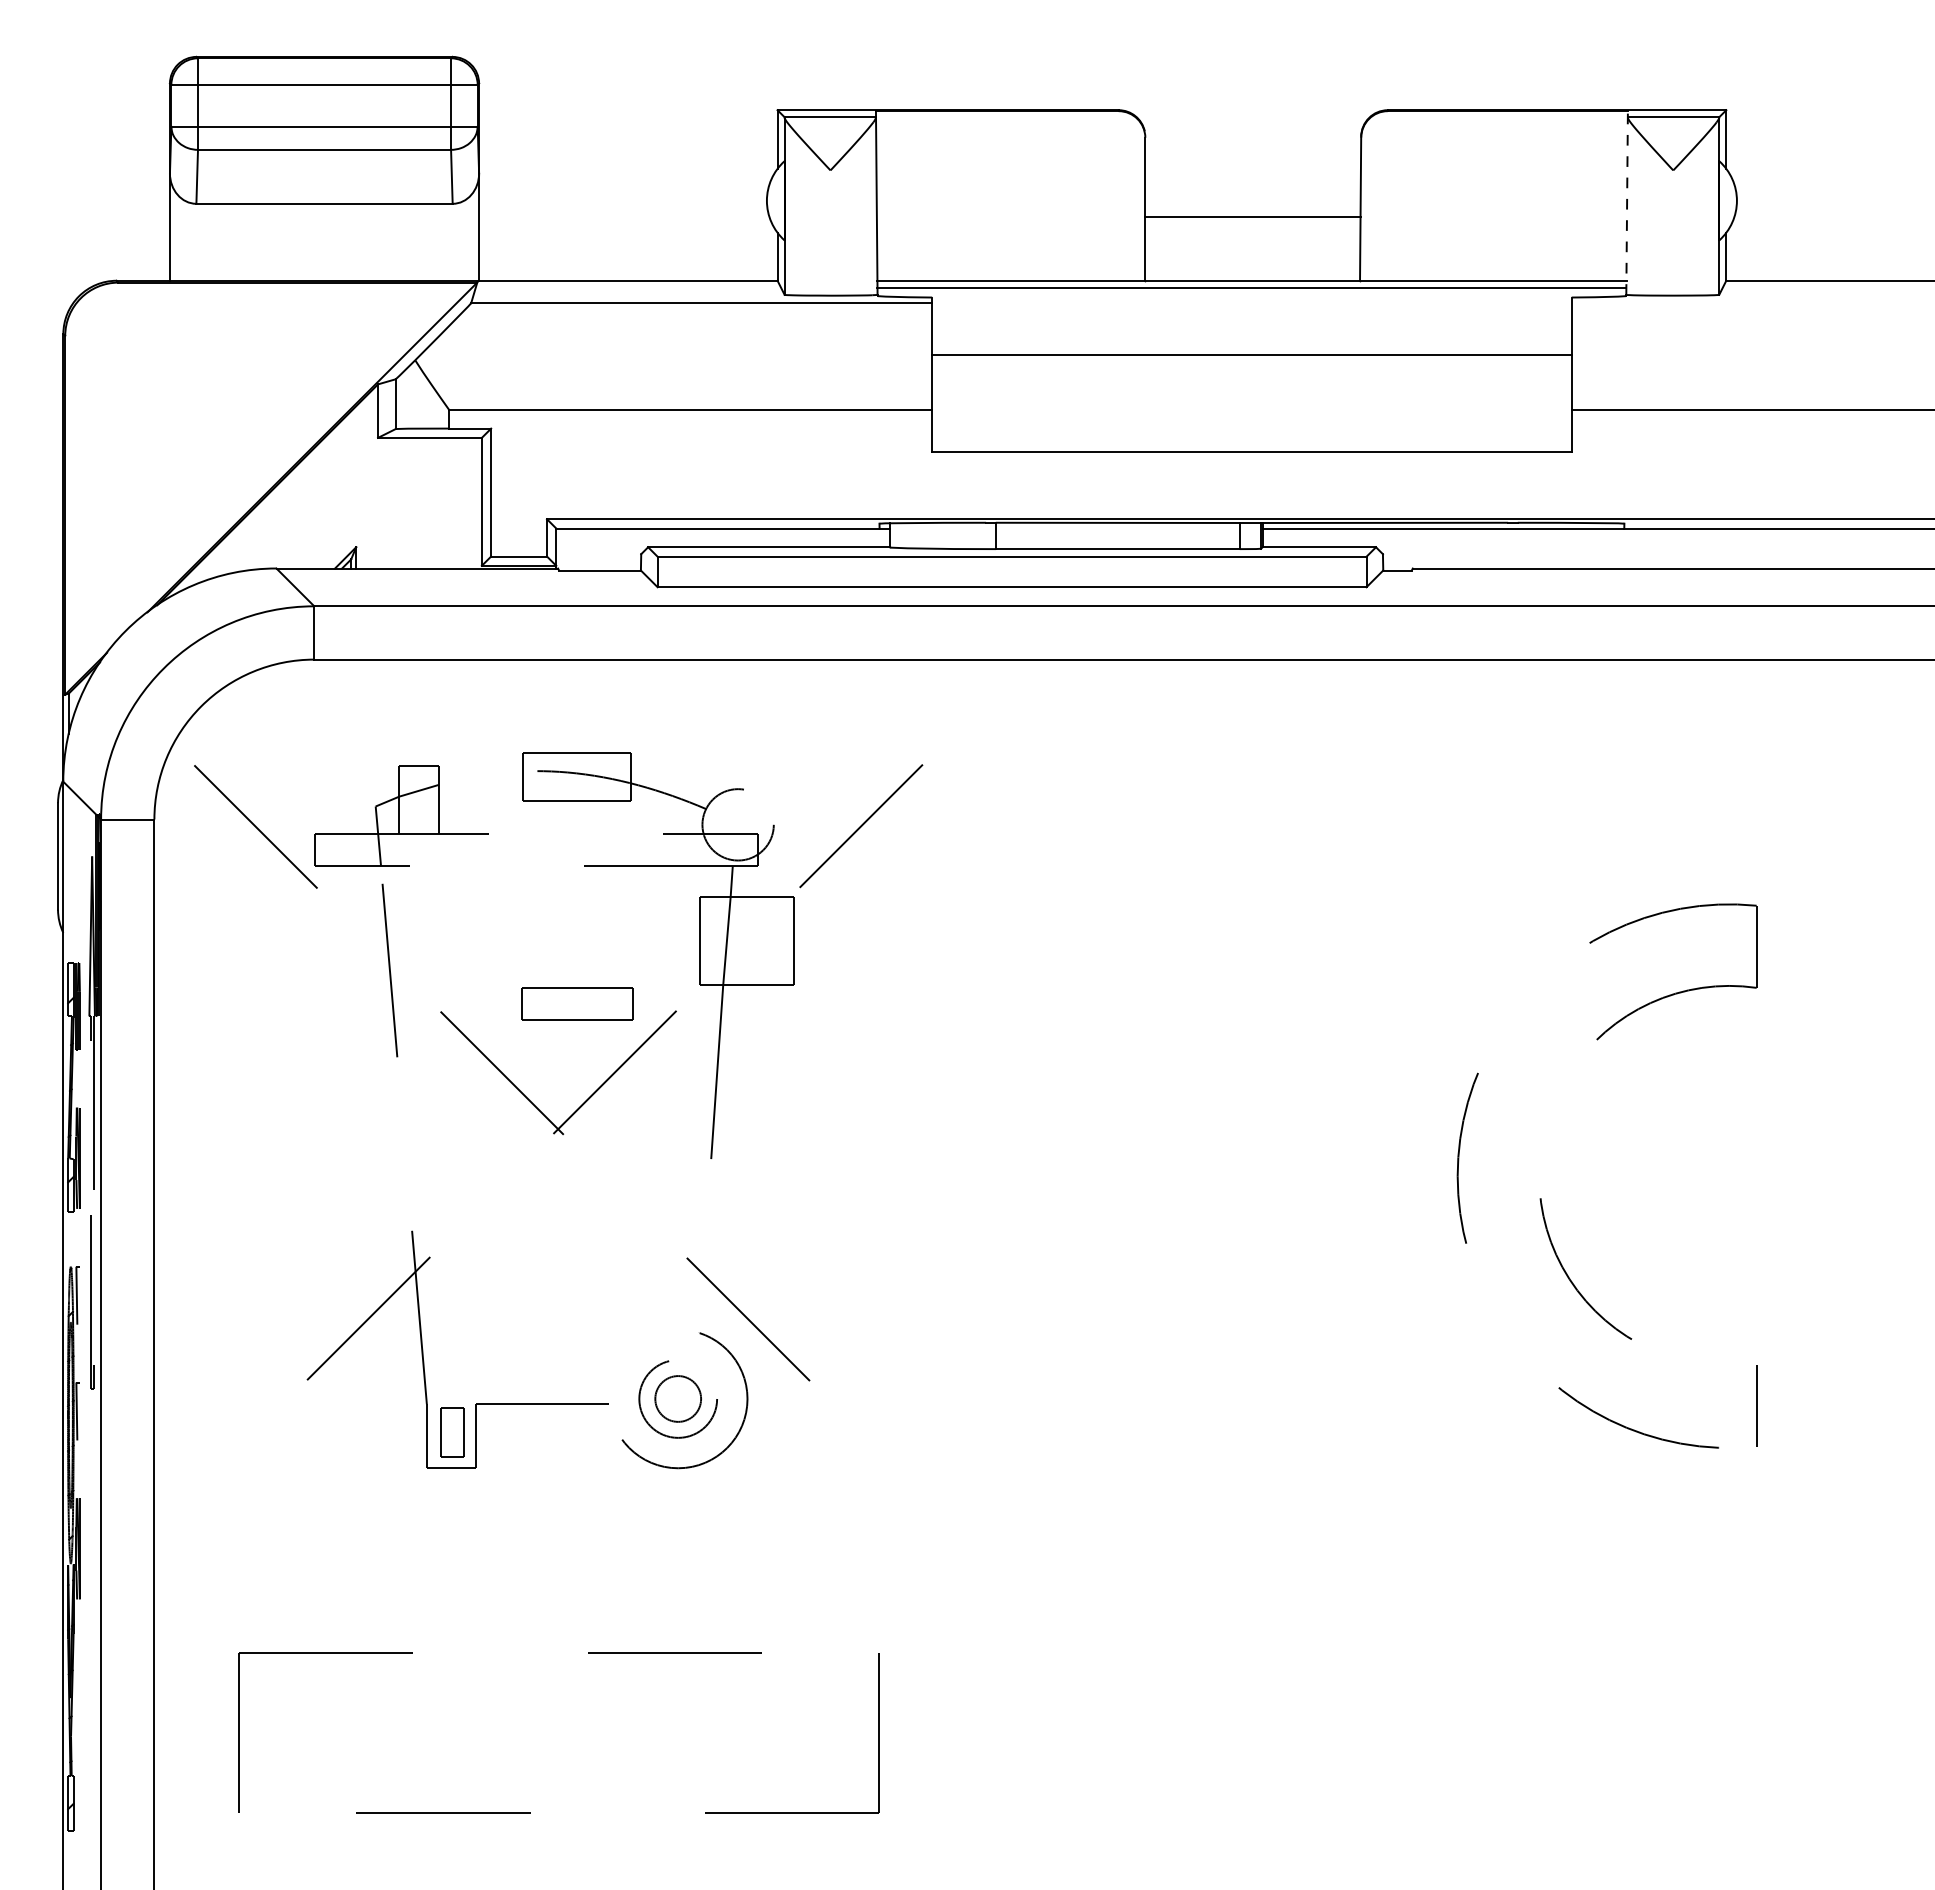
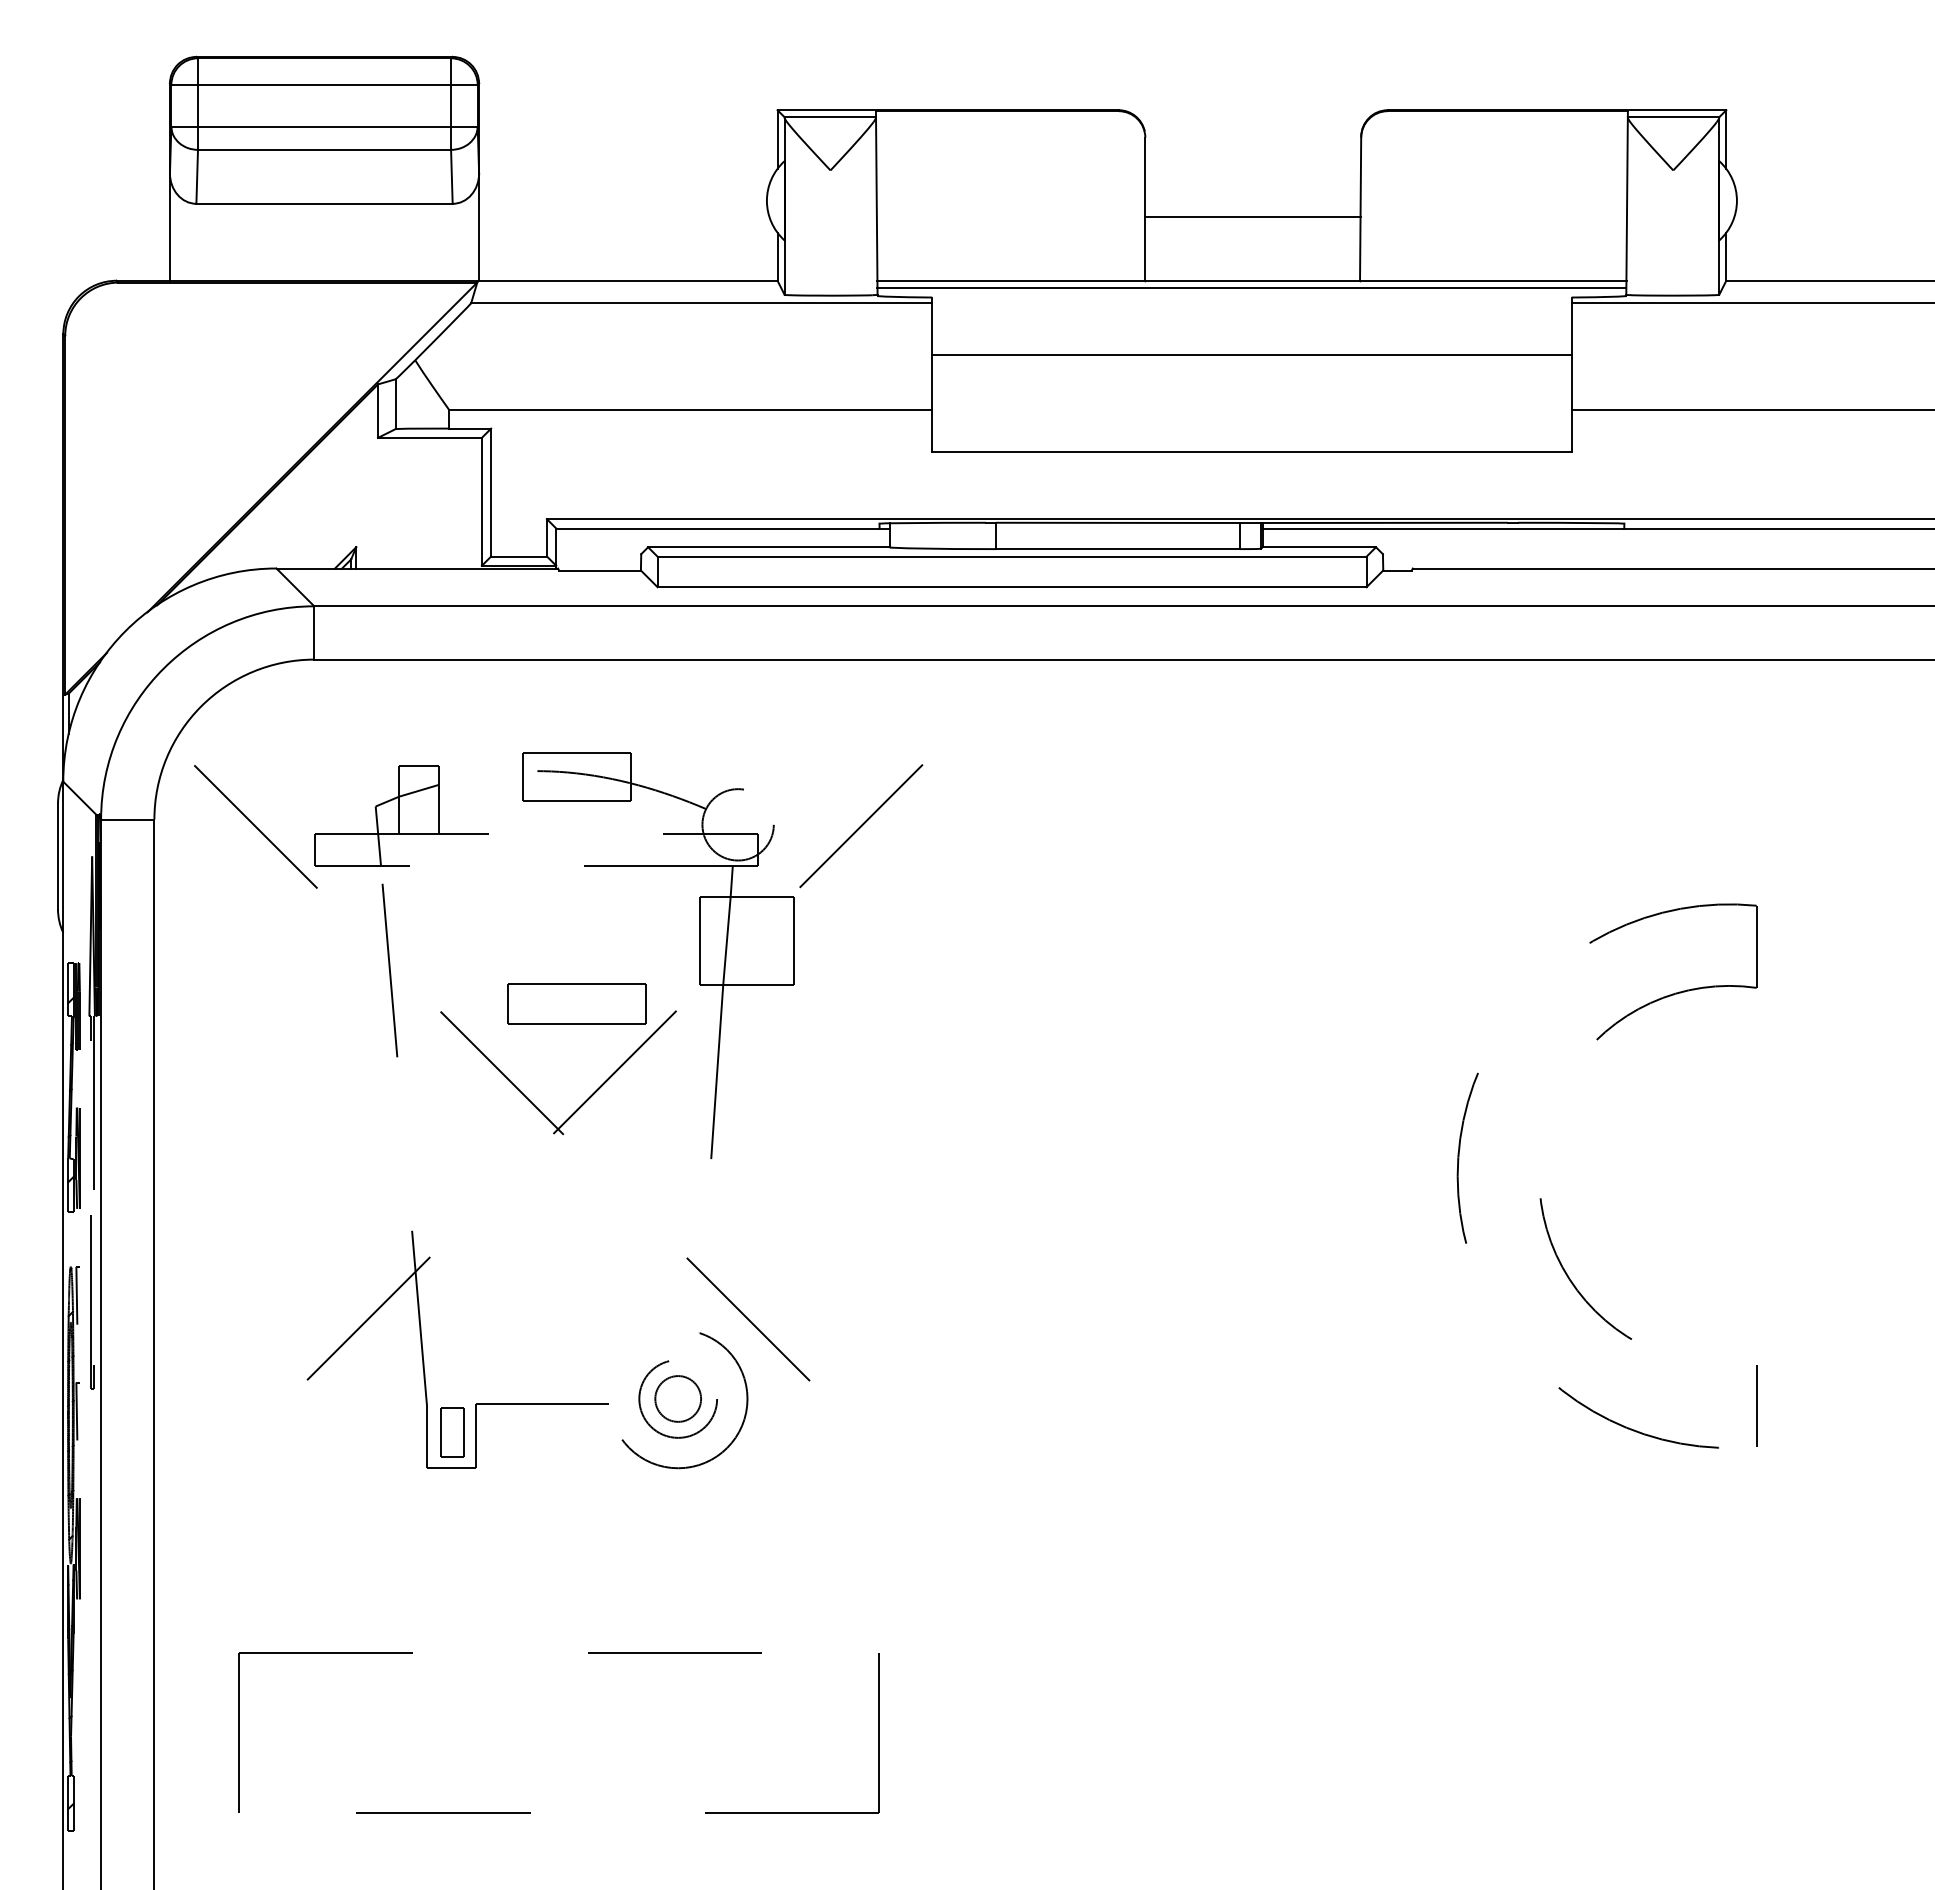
line at (1627, 202): dashed -> solid
line at (1751, 303): none -> present
part at (577, 1003) size: 113x34 px -> 140x42 px
